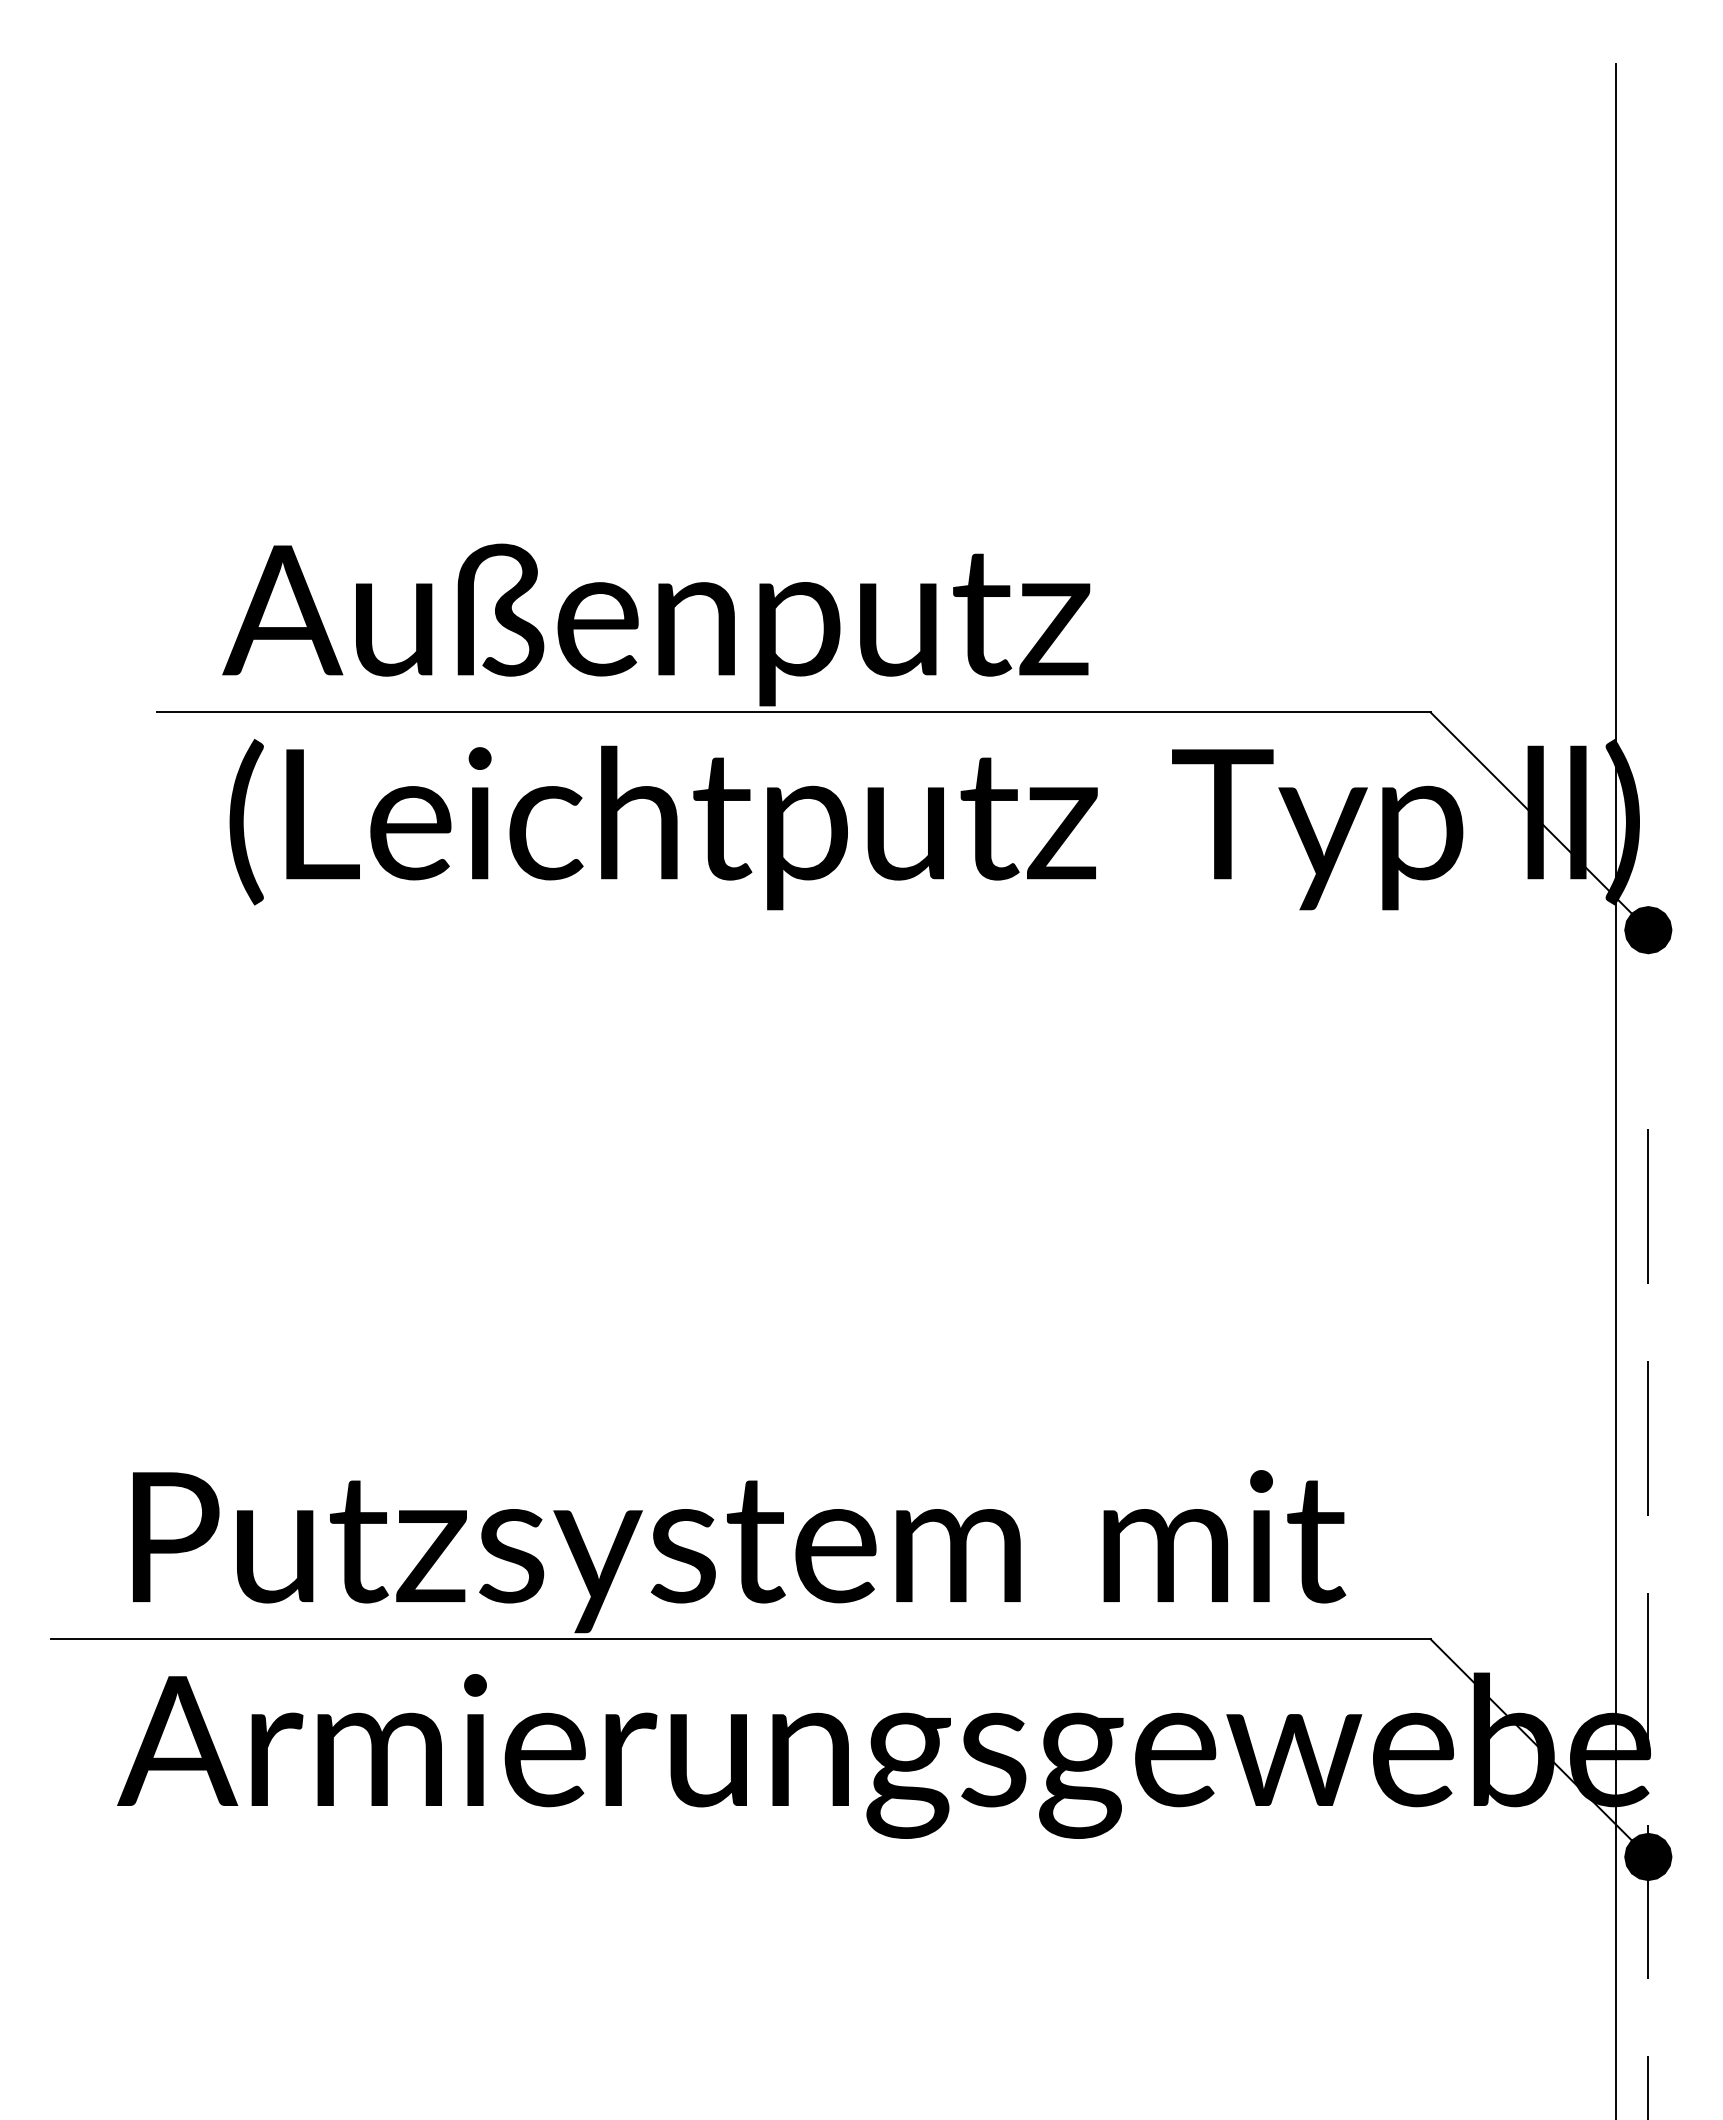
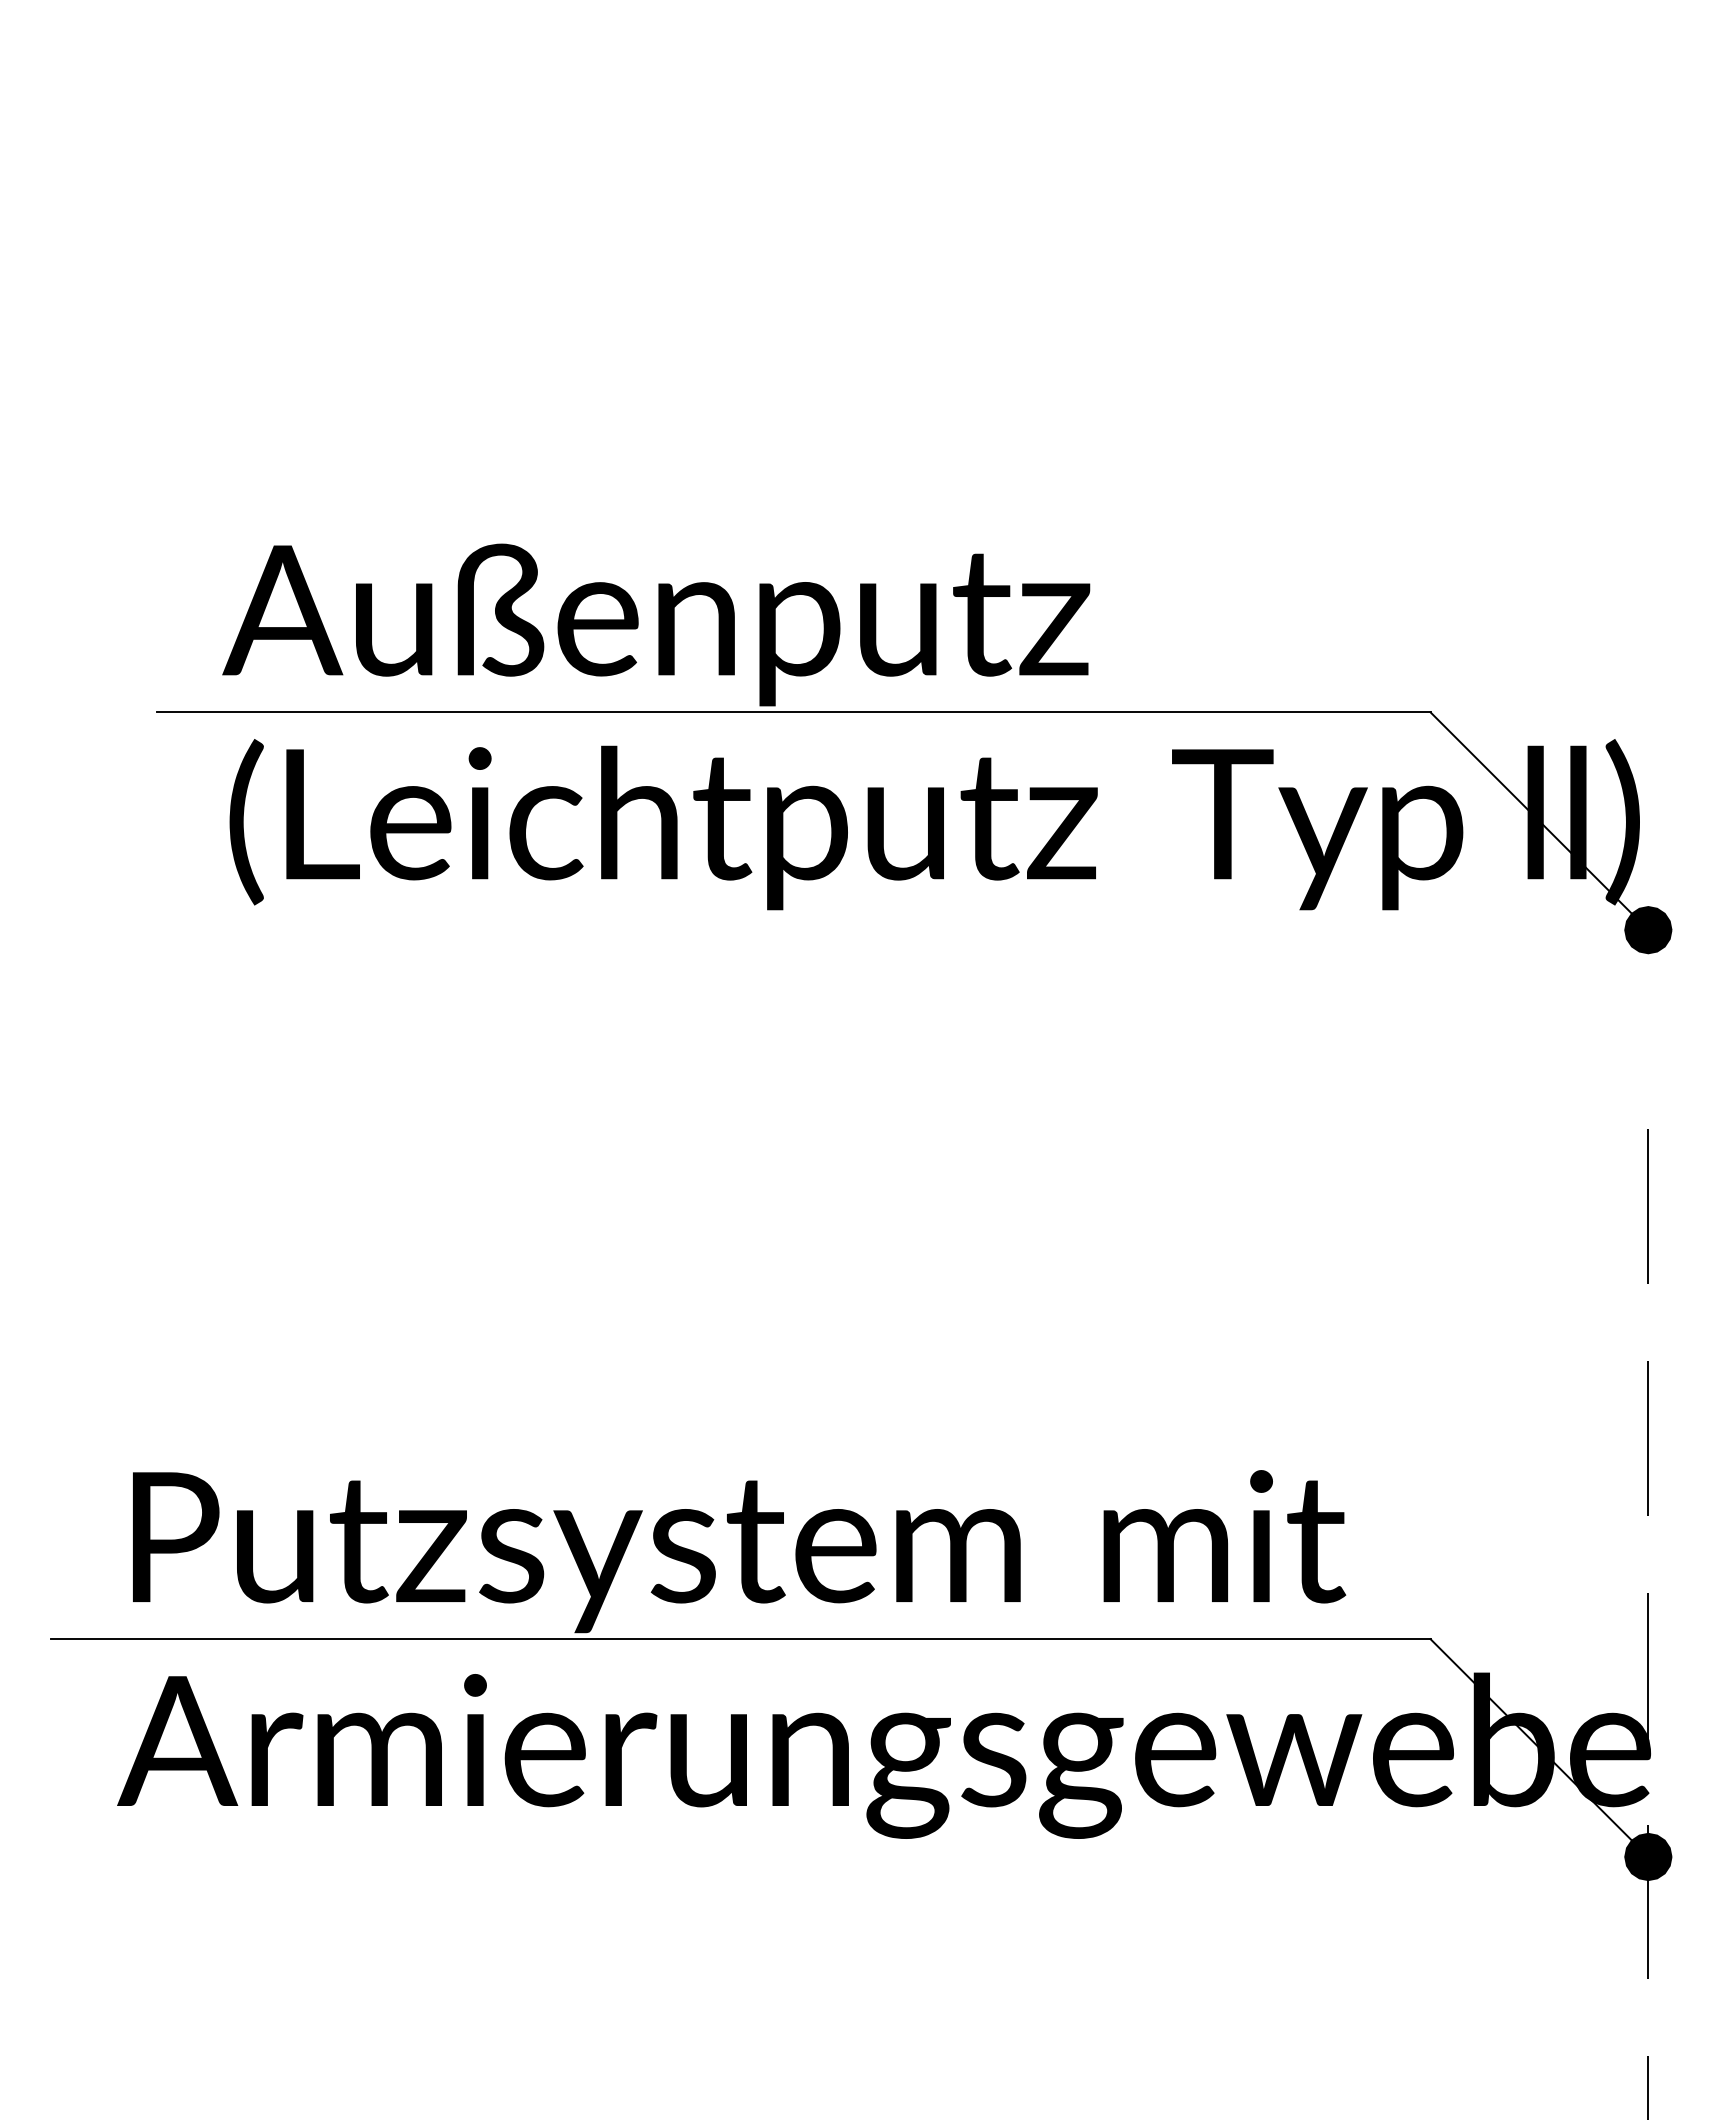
line at (1615, 1089): present -> none
